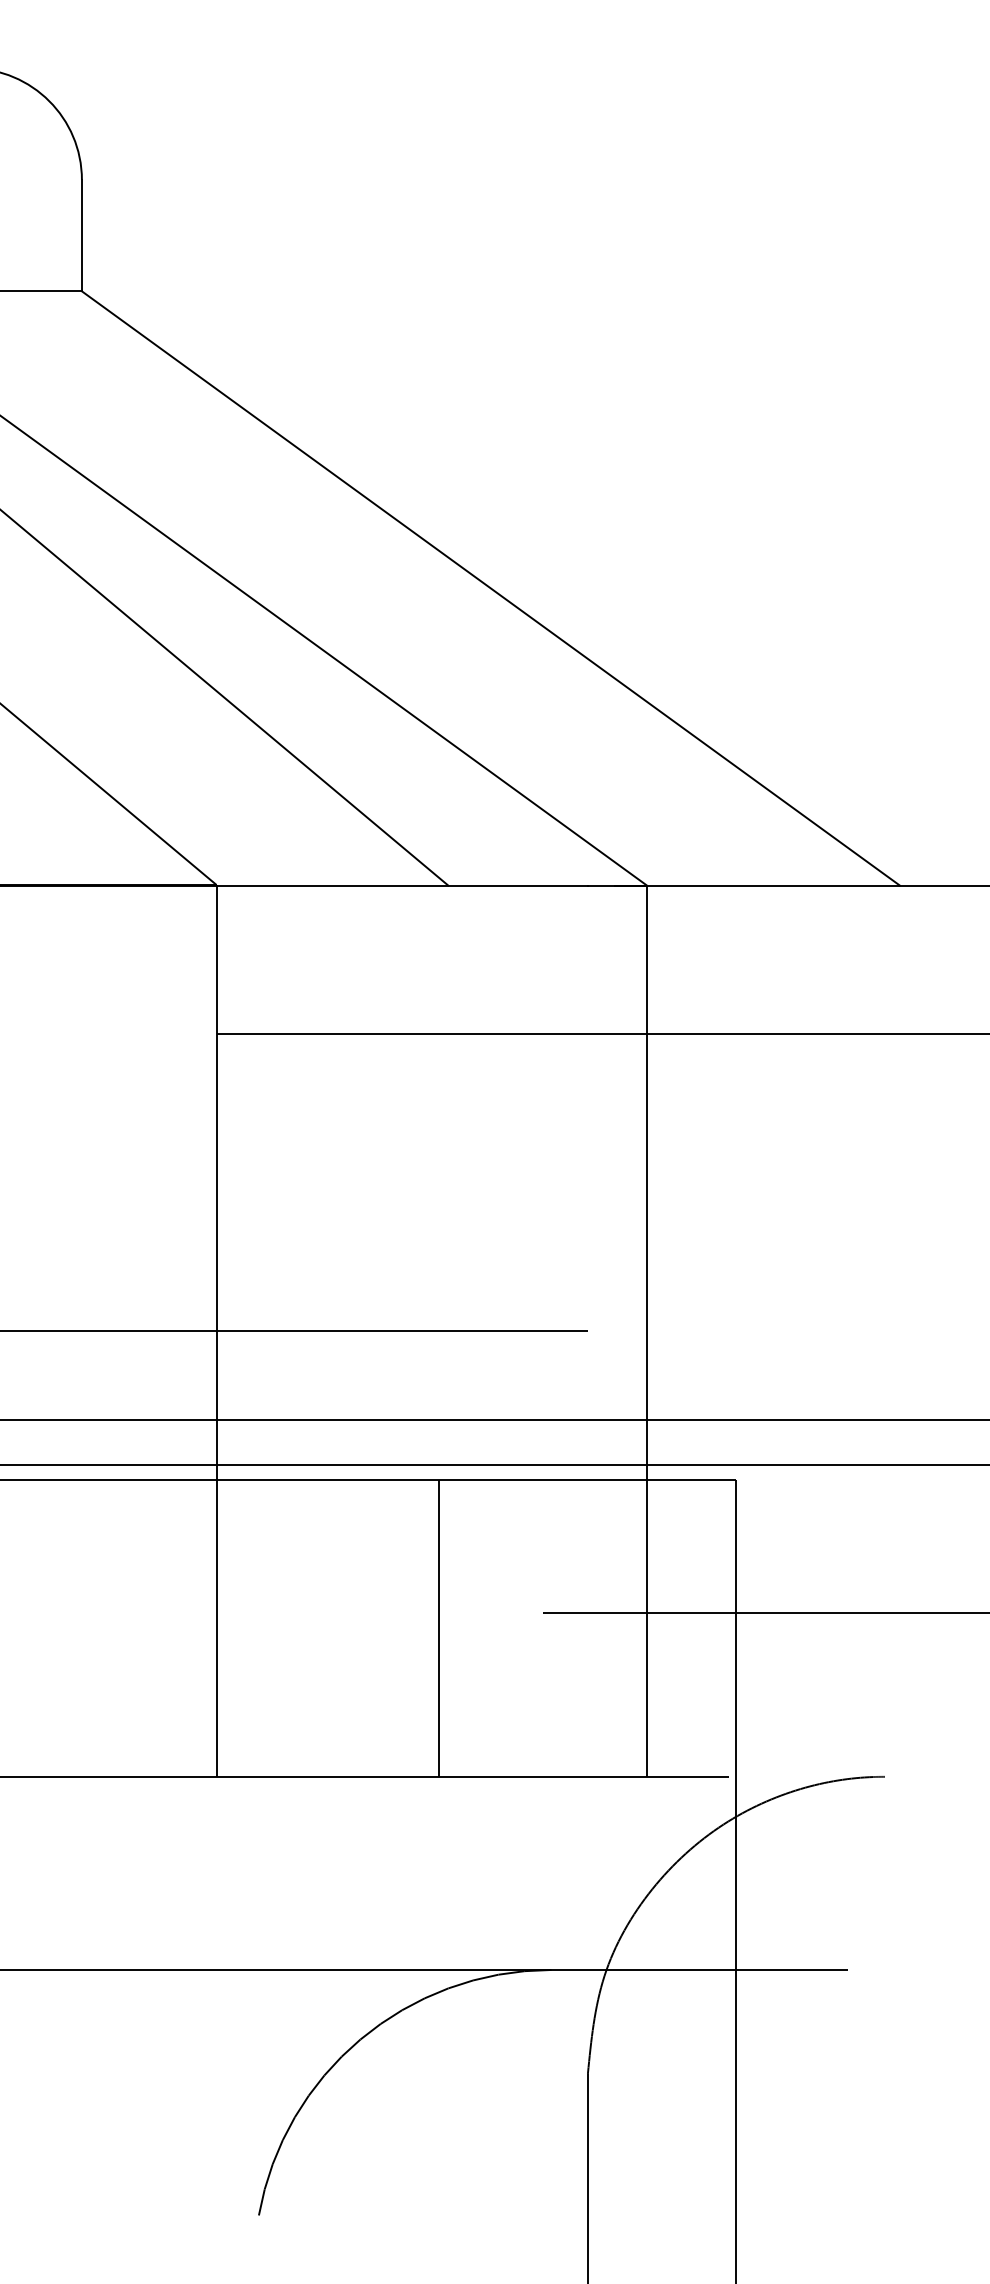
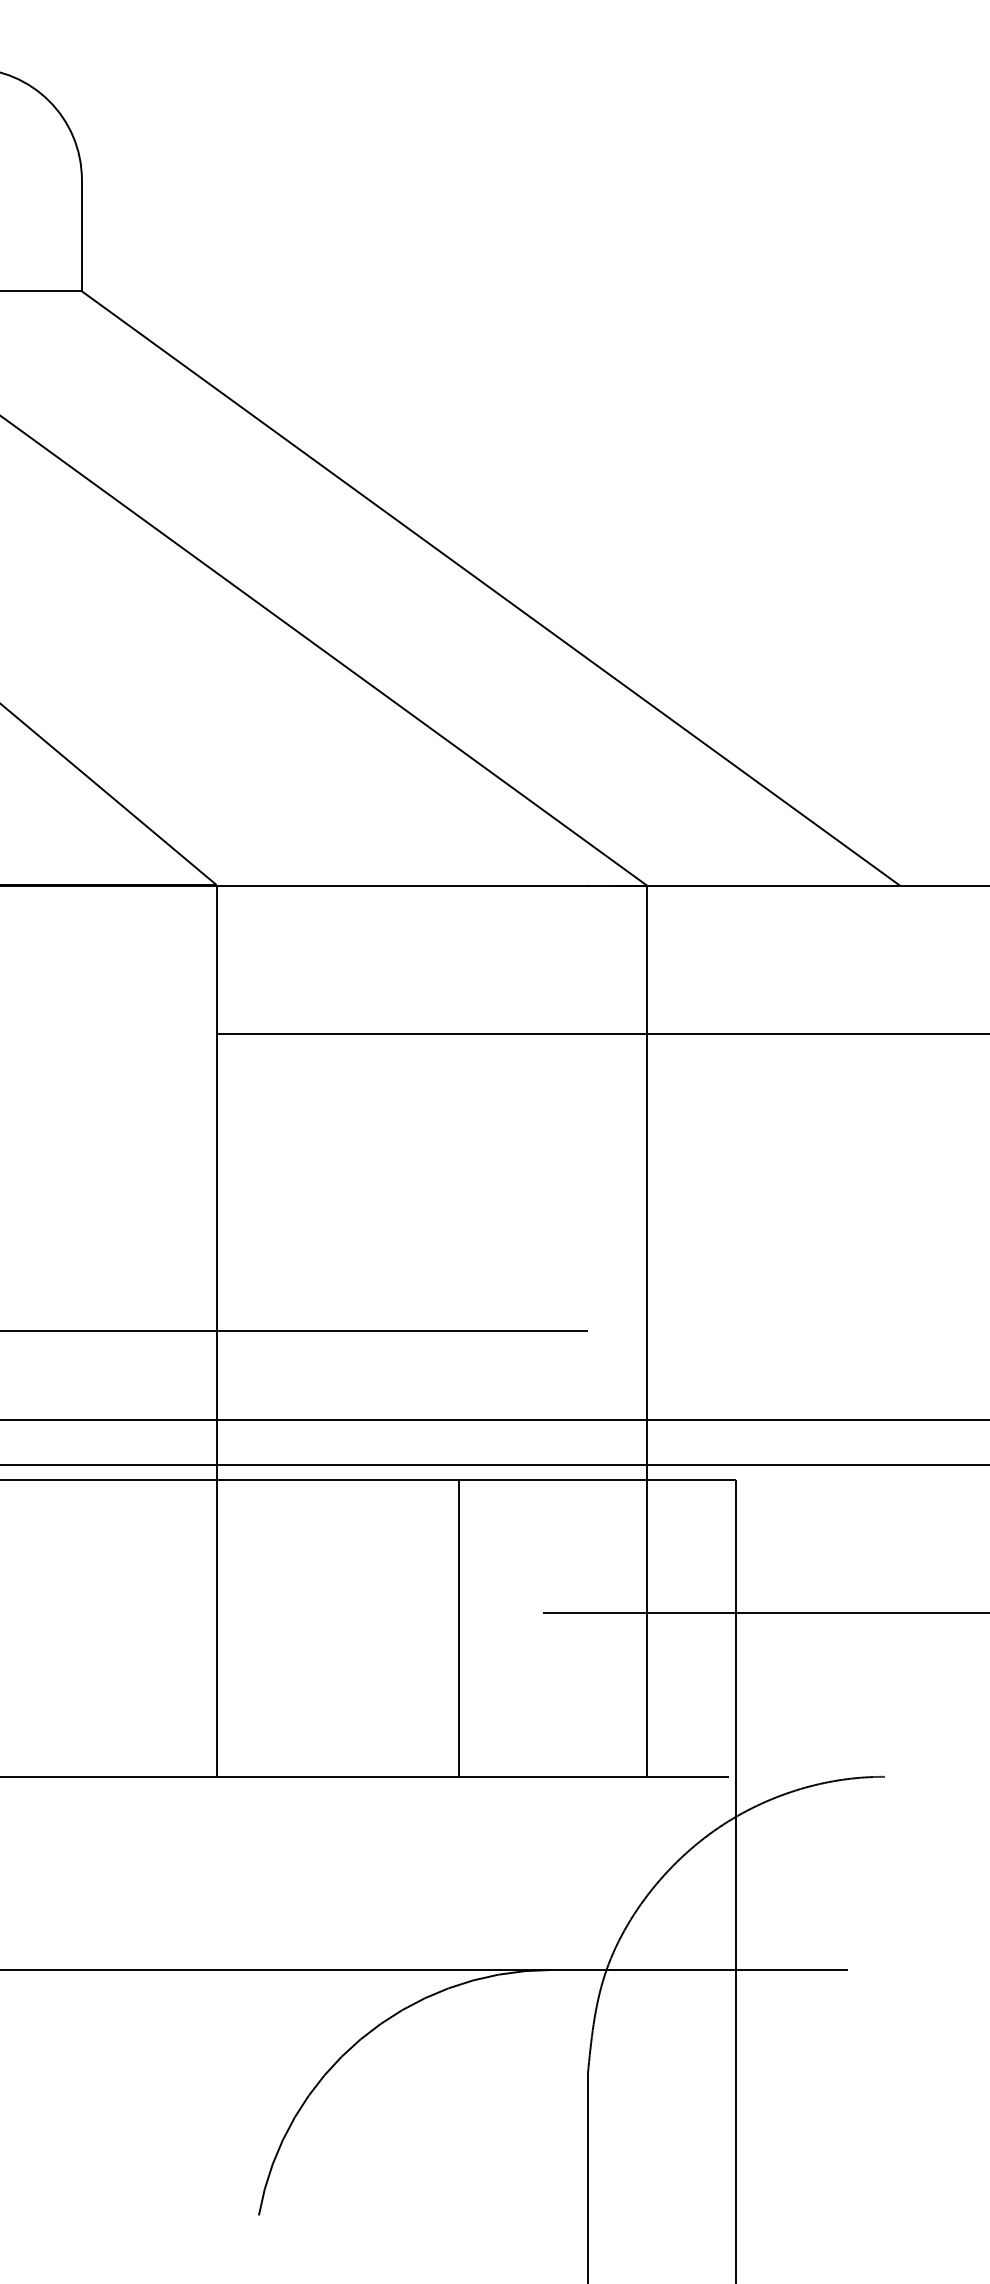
line at (225, 698): present -> none
line at (439, 1627) position: (439, 1627) -> (459, 1627)
